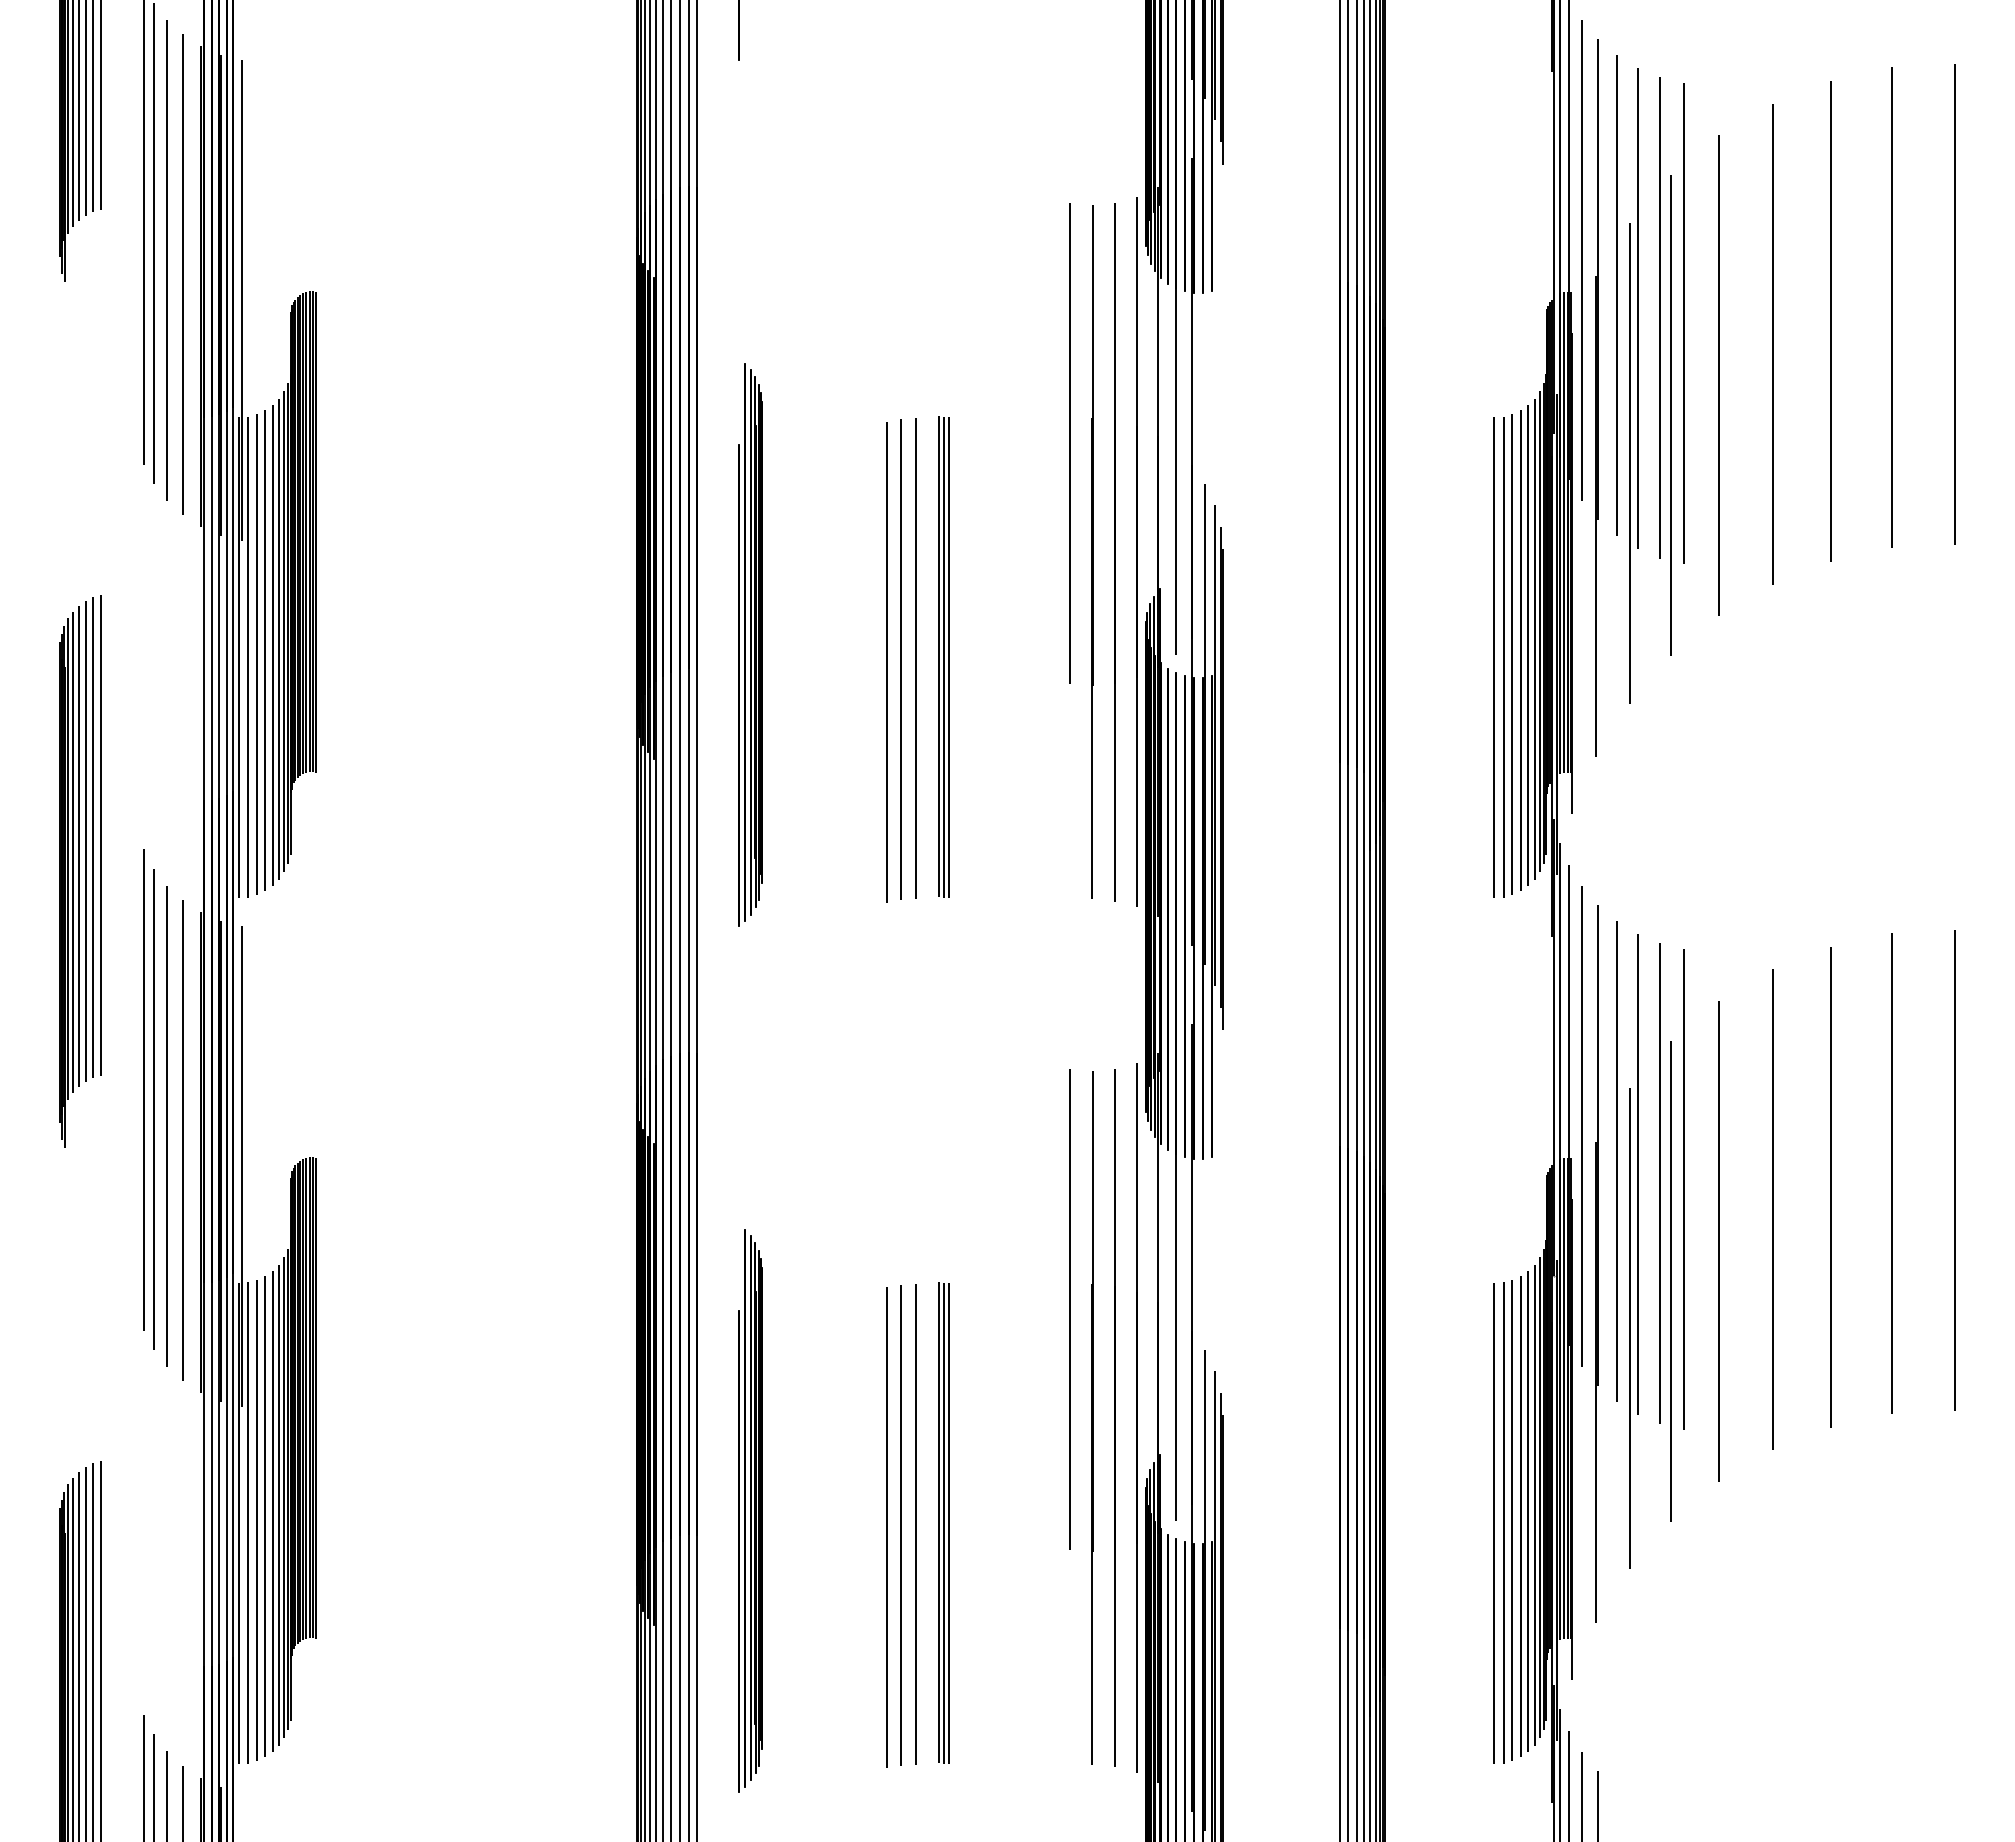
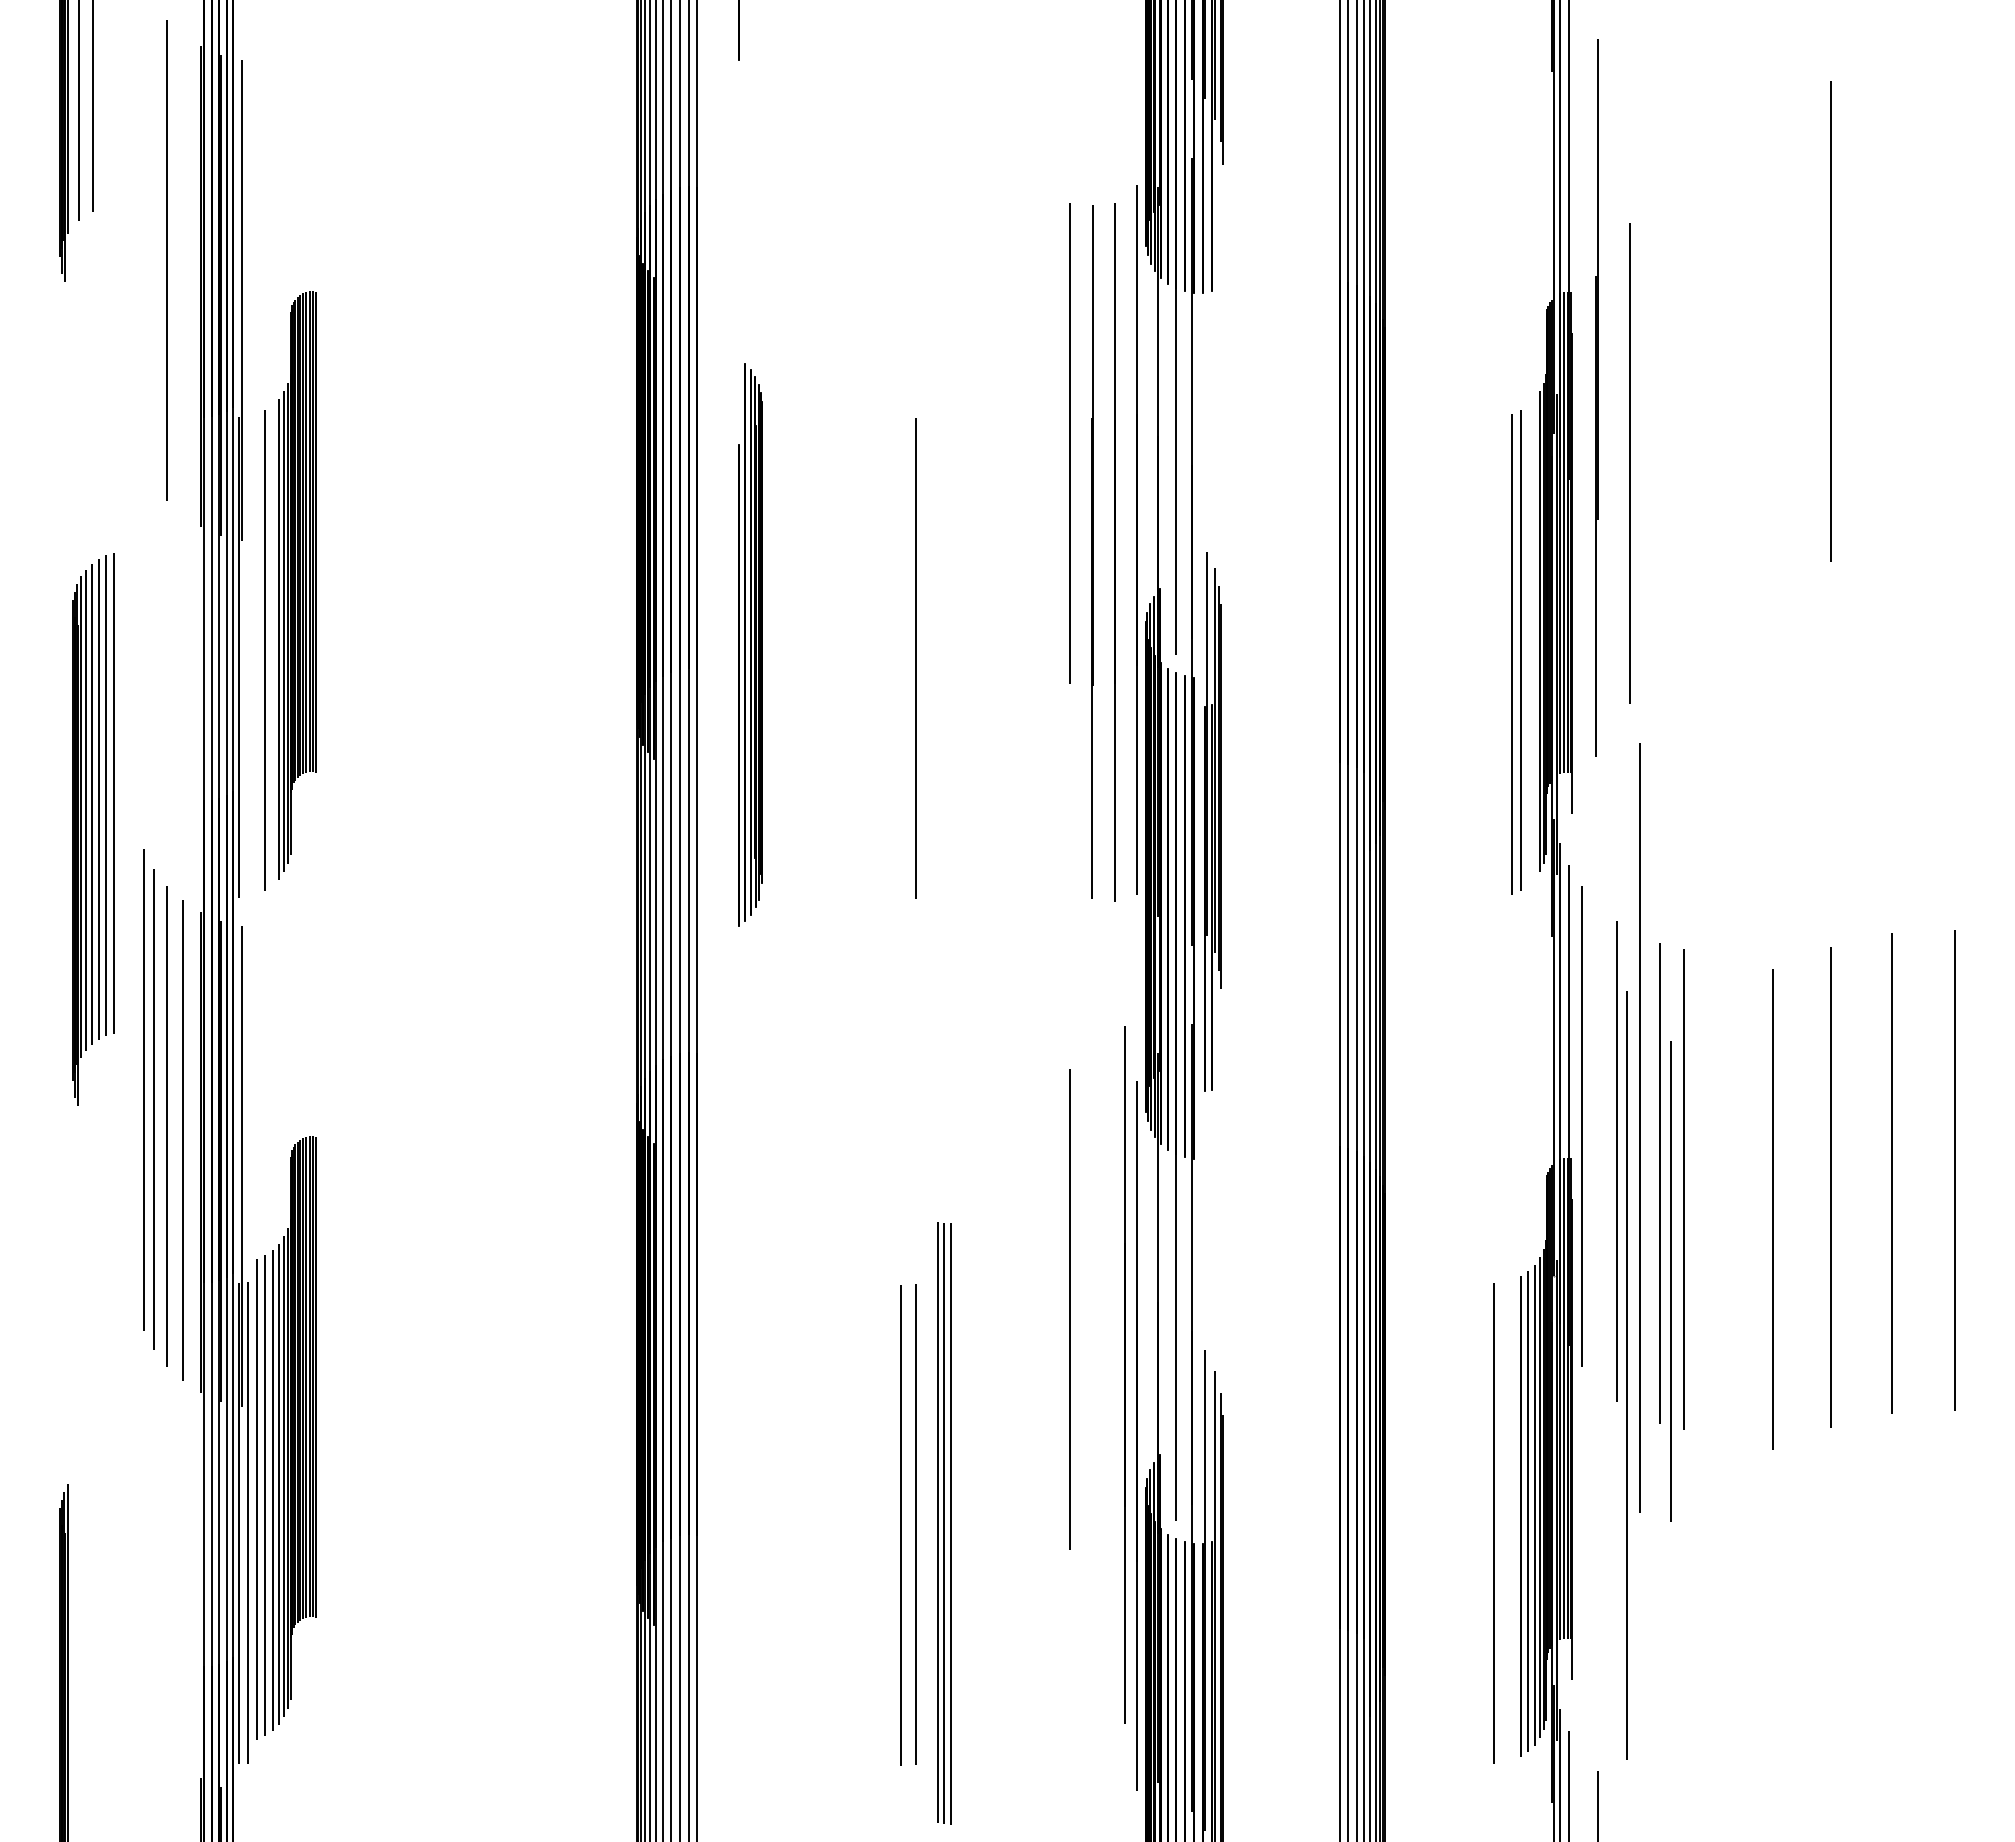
line at (101, 105): present -> none
line at (85, 109): present -> none
line at (73, 114): present -> none
line at (144, 233): present -> none
line at (154, 242): present -> none
line at (1582, 260): present -> none
line at (183, 274): present -> none
line at (1616, 295): present -> none
line at (1954, 303): present -> none
line at (1891, 307): present -> none
line at (1637, 308): present -> none
line at (1660, 317): present -> none
line at (1684, 323): present -> none
line at (1772, 343): present -> none
line at (1718, 375): present -> none
line at (1670, 415): present -> none
line at (1136, 551) position: (1136, 551) -> (1136, 539)
line at (1534, 638): present -> none
line at (272, 645): present -> none
line at (1528, 645): present -> none
line at (256, 654): present -> none
line at (248, 656): present -> none
part at (943, 656): present -> none
line at (1503, 656): present -> none
line at (1493, 657): present -> none
line at (901, 659): present -> none
line at (887, 661): present -> none
part at (1212, 821) size: 22x676 px -> 18x540 px
part at (80, 871) position: (80, 871) -> (93, 829)
line at (1718, 1241): present -> none
part at (1633, 1251) size: 10x635 px -> 15x1017 px
part at (1596, 1263): present -> none
line at (1092, 1417): present -> none
line at (1114, 1417) position: (1114, 1417) -> (1124, 1374)
line at (1136, 1417) position: (1136, 1417) -> (1136, 1435)
part at (286, 1458) position: (286, 1458) -> (286, 1437)
part at (750, 1510): present -> none
part at (1507, 1521): present -> none
part at (943, 1522) size: 12x482 px -> 15x603 px
line at (887, 1527): present -> none
line at (101, 1649): present -> none
line at (93, 1650): present -> none
line at (85, 1652): present -> none
line at (79, 1654): present -> none
line at (73, 1657): present -> none
line at (144, 1776): present -> none
line at (154, 1786): present -> none
line at (167, 1794): present -> none
line at (1582, 1795): present -> none
line at (183, 1802): present -> none
